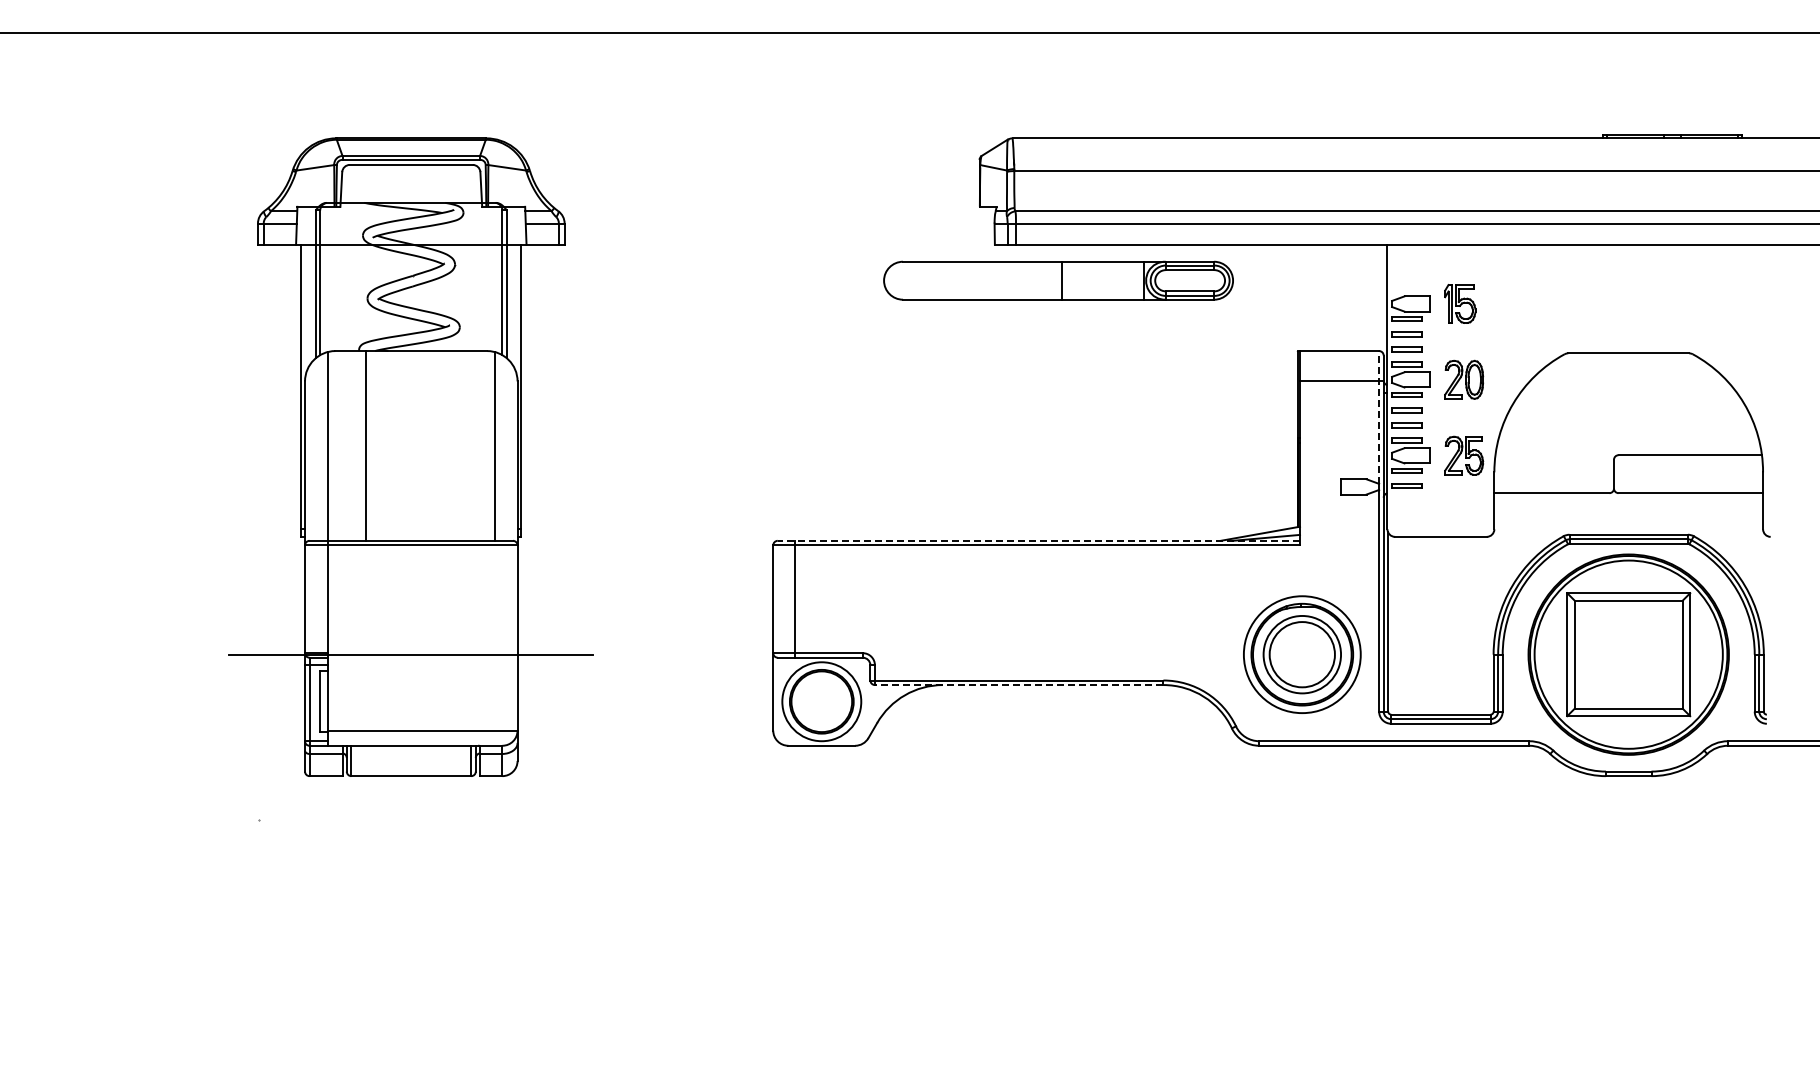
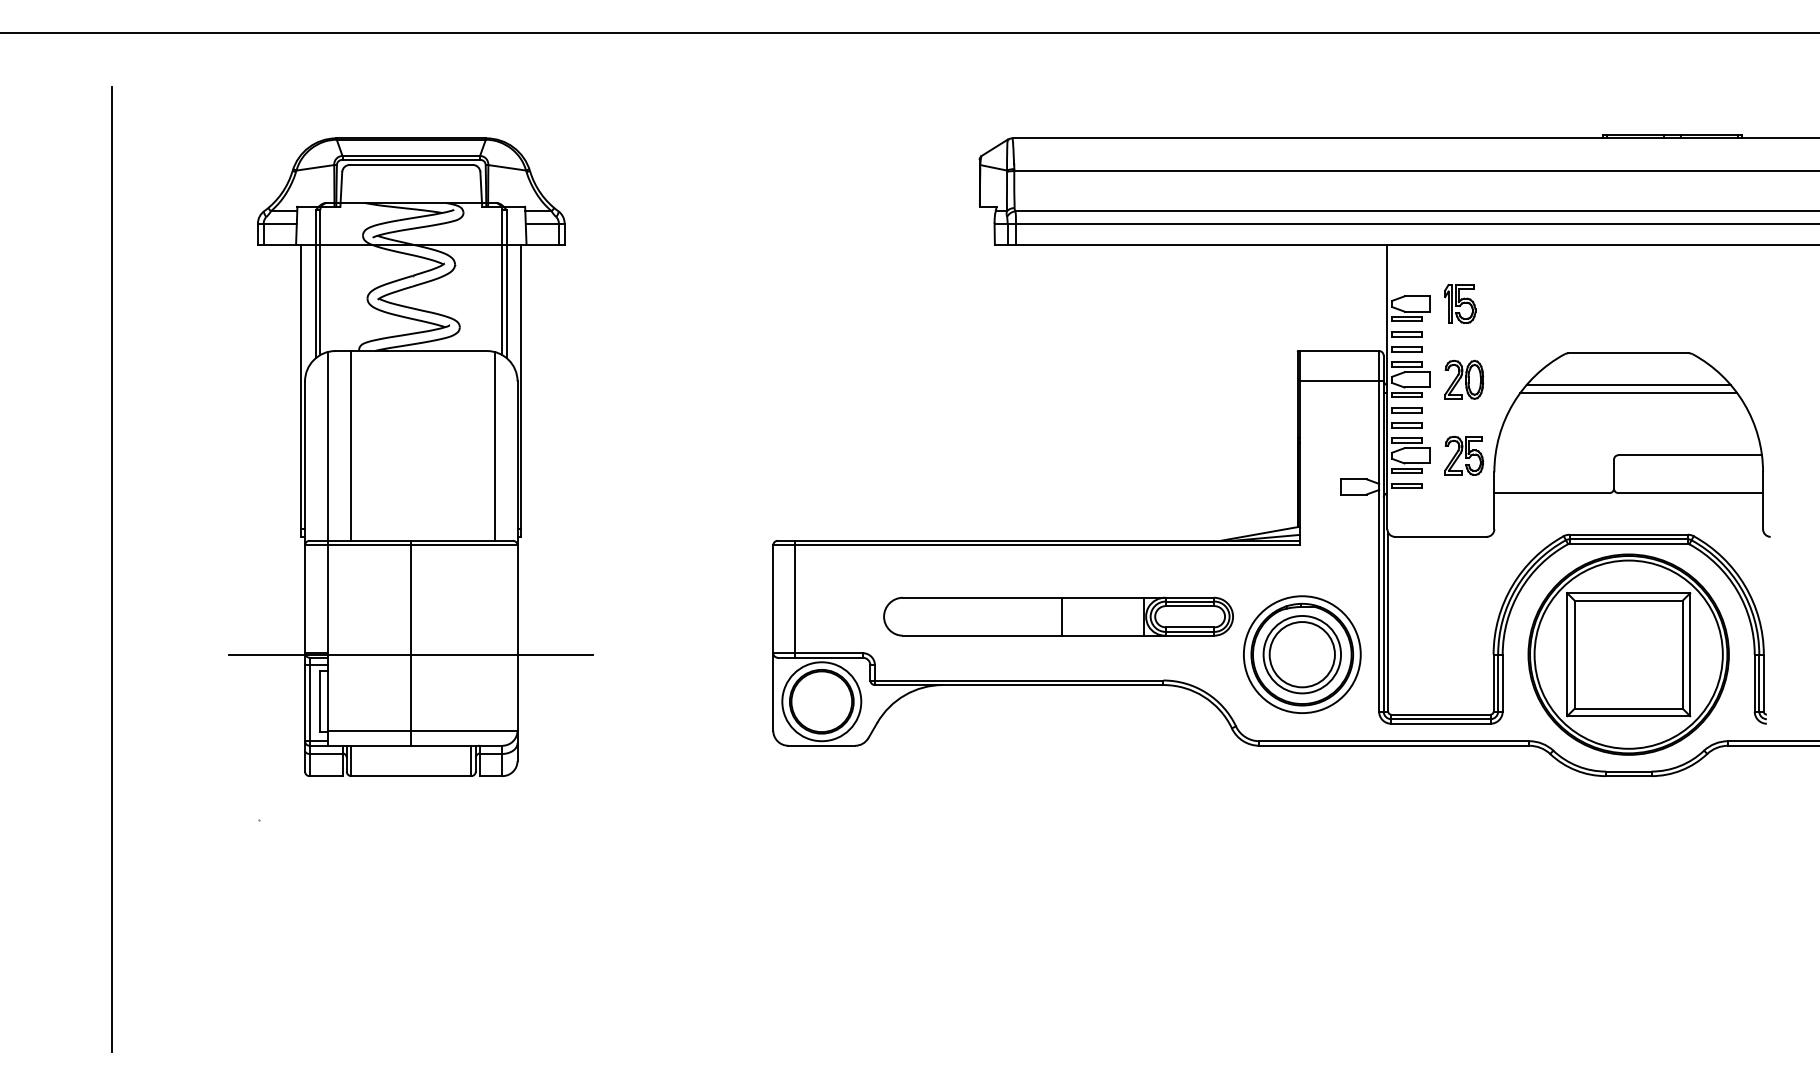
part at (1058, 280) position: (1058, 280) -> (1058, 616)
line at (1628, 385): none -> present
line at (1628, 392): none -> present
line at (1379, 416): dashed -> solid
line at (365, 445) position: (365, 445) -> (350, 445)
line at (1038, 540): dashed -> solid
line at (112, 569): none -> present
line at (411, 642): none -> present
line at (1018, 685): dashed -> solid
